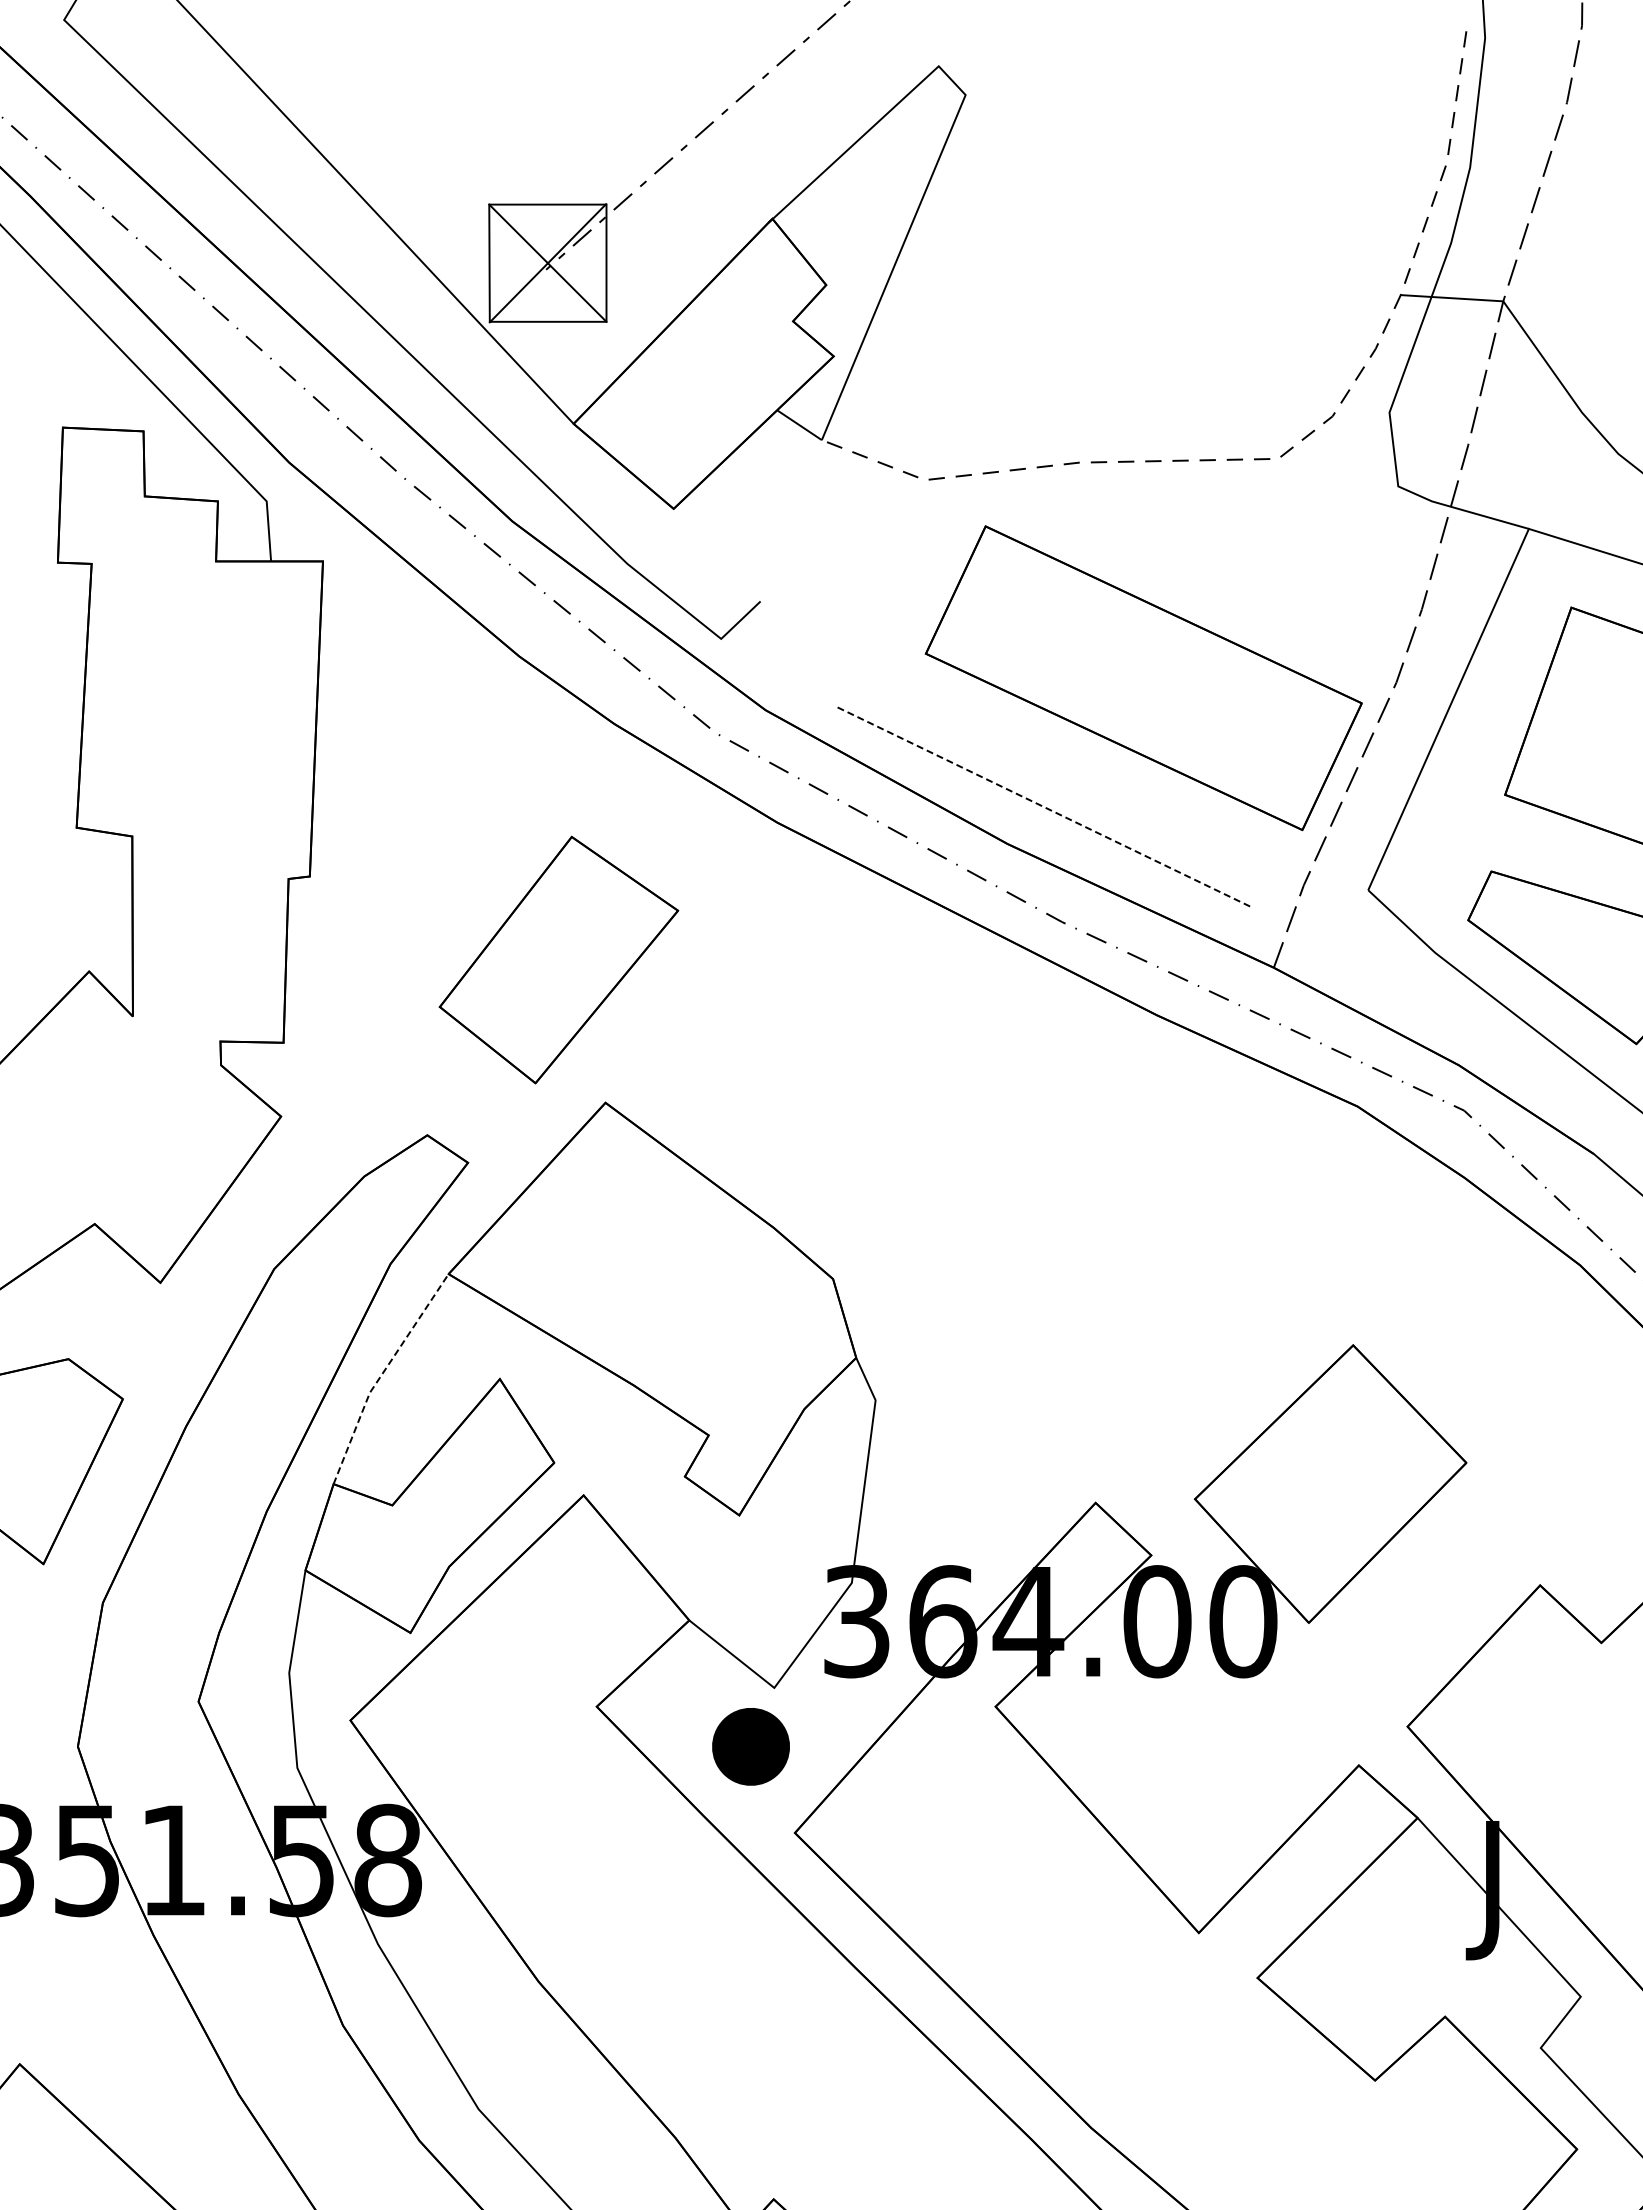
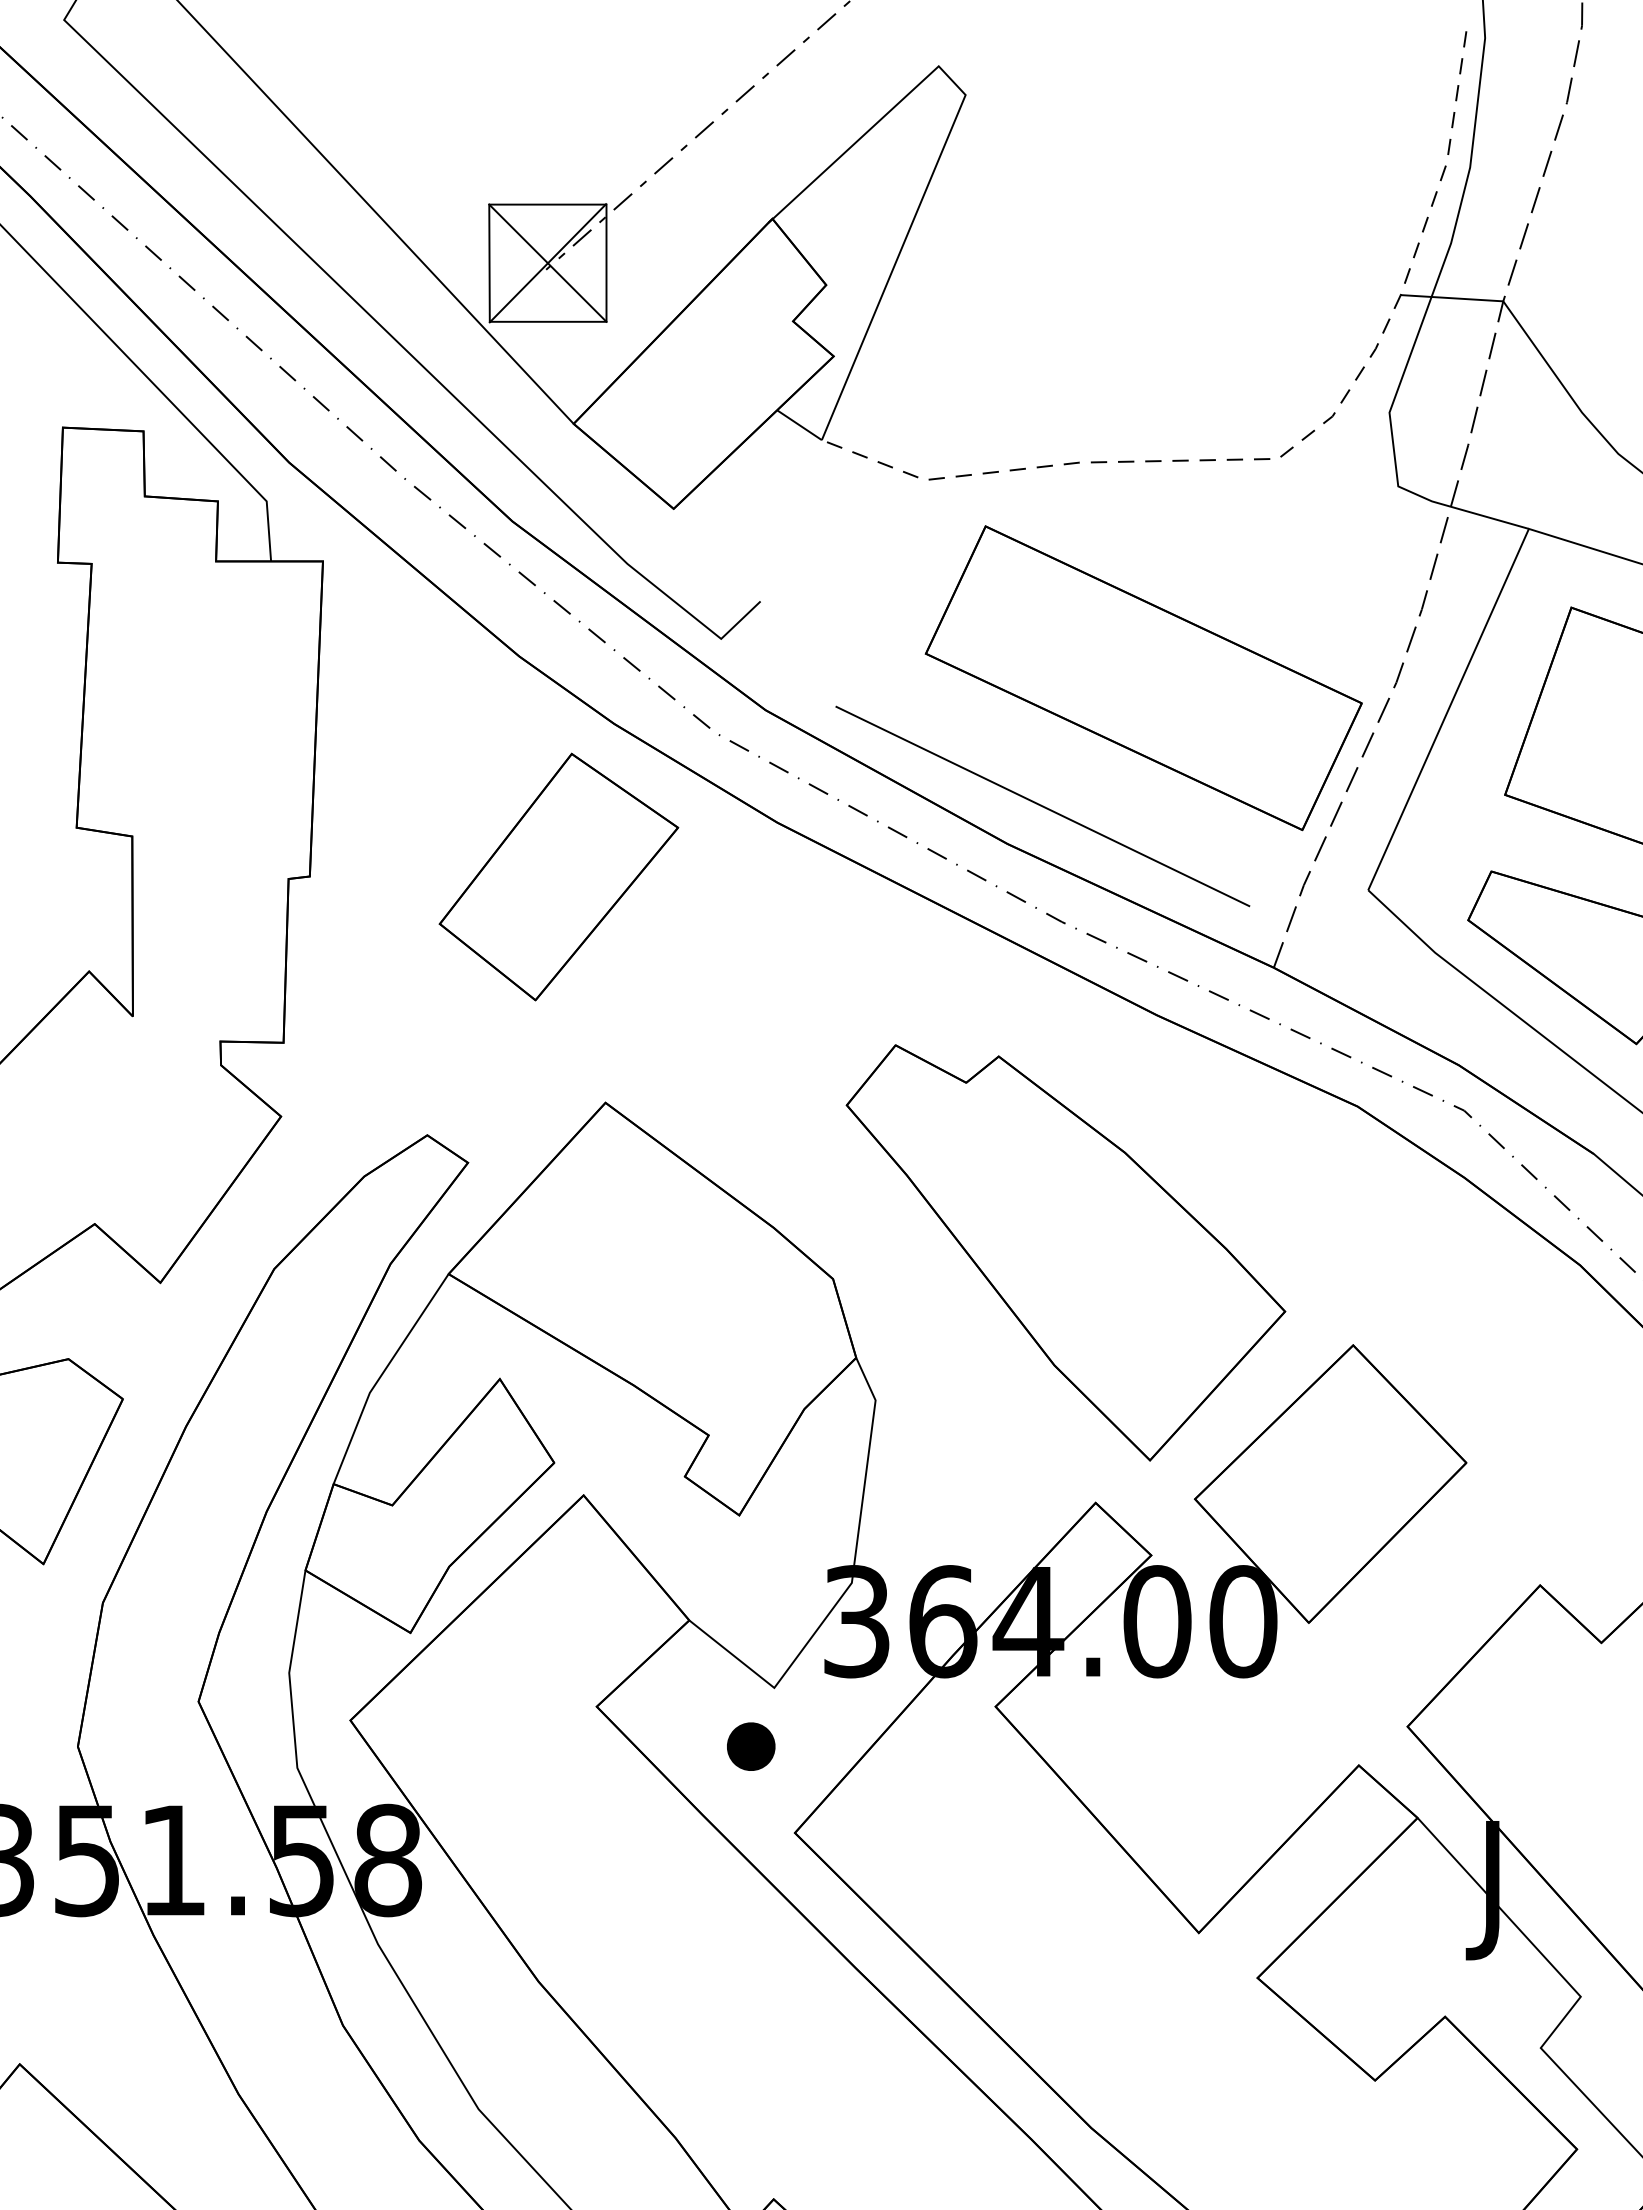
line at (1042, 806): dashed -> solid
part at (558, 959) position: (558, 959) -> (558, 876)
part at (1065, 1252): none -> present
line at (381, 1374): dashed -> solid
part at (750, 1746) size: 78x78 px -> 49x49 px
